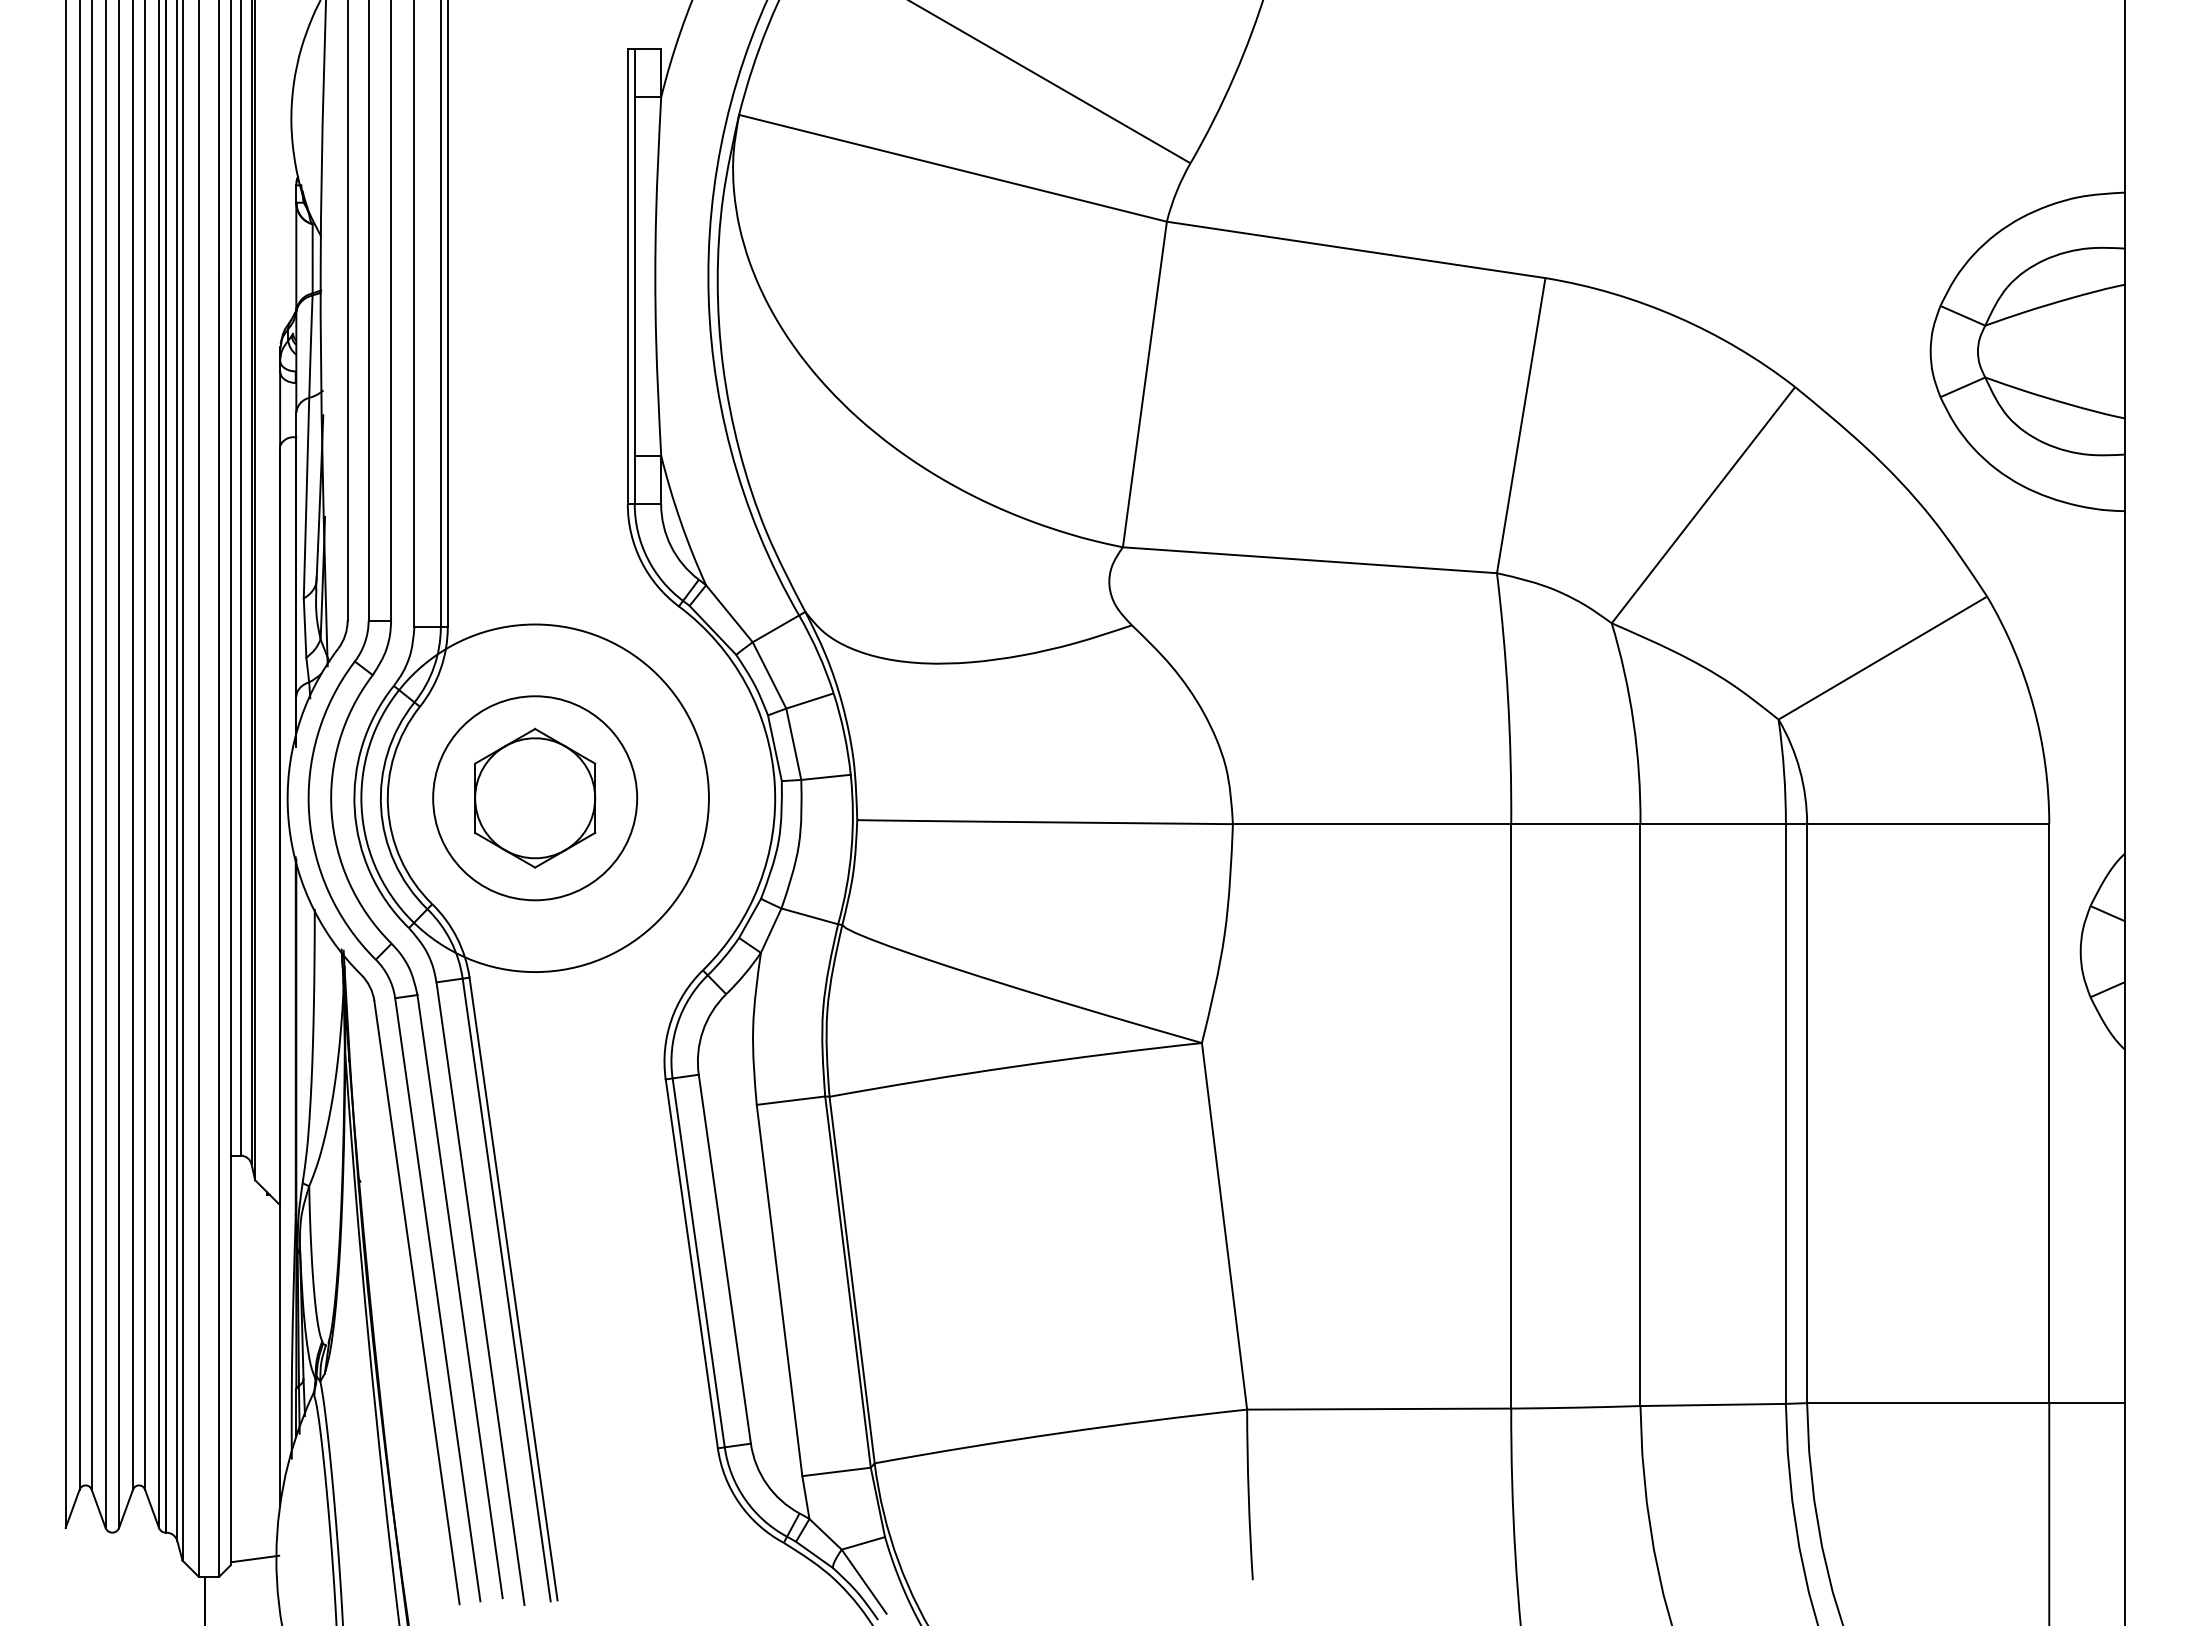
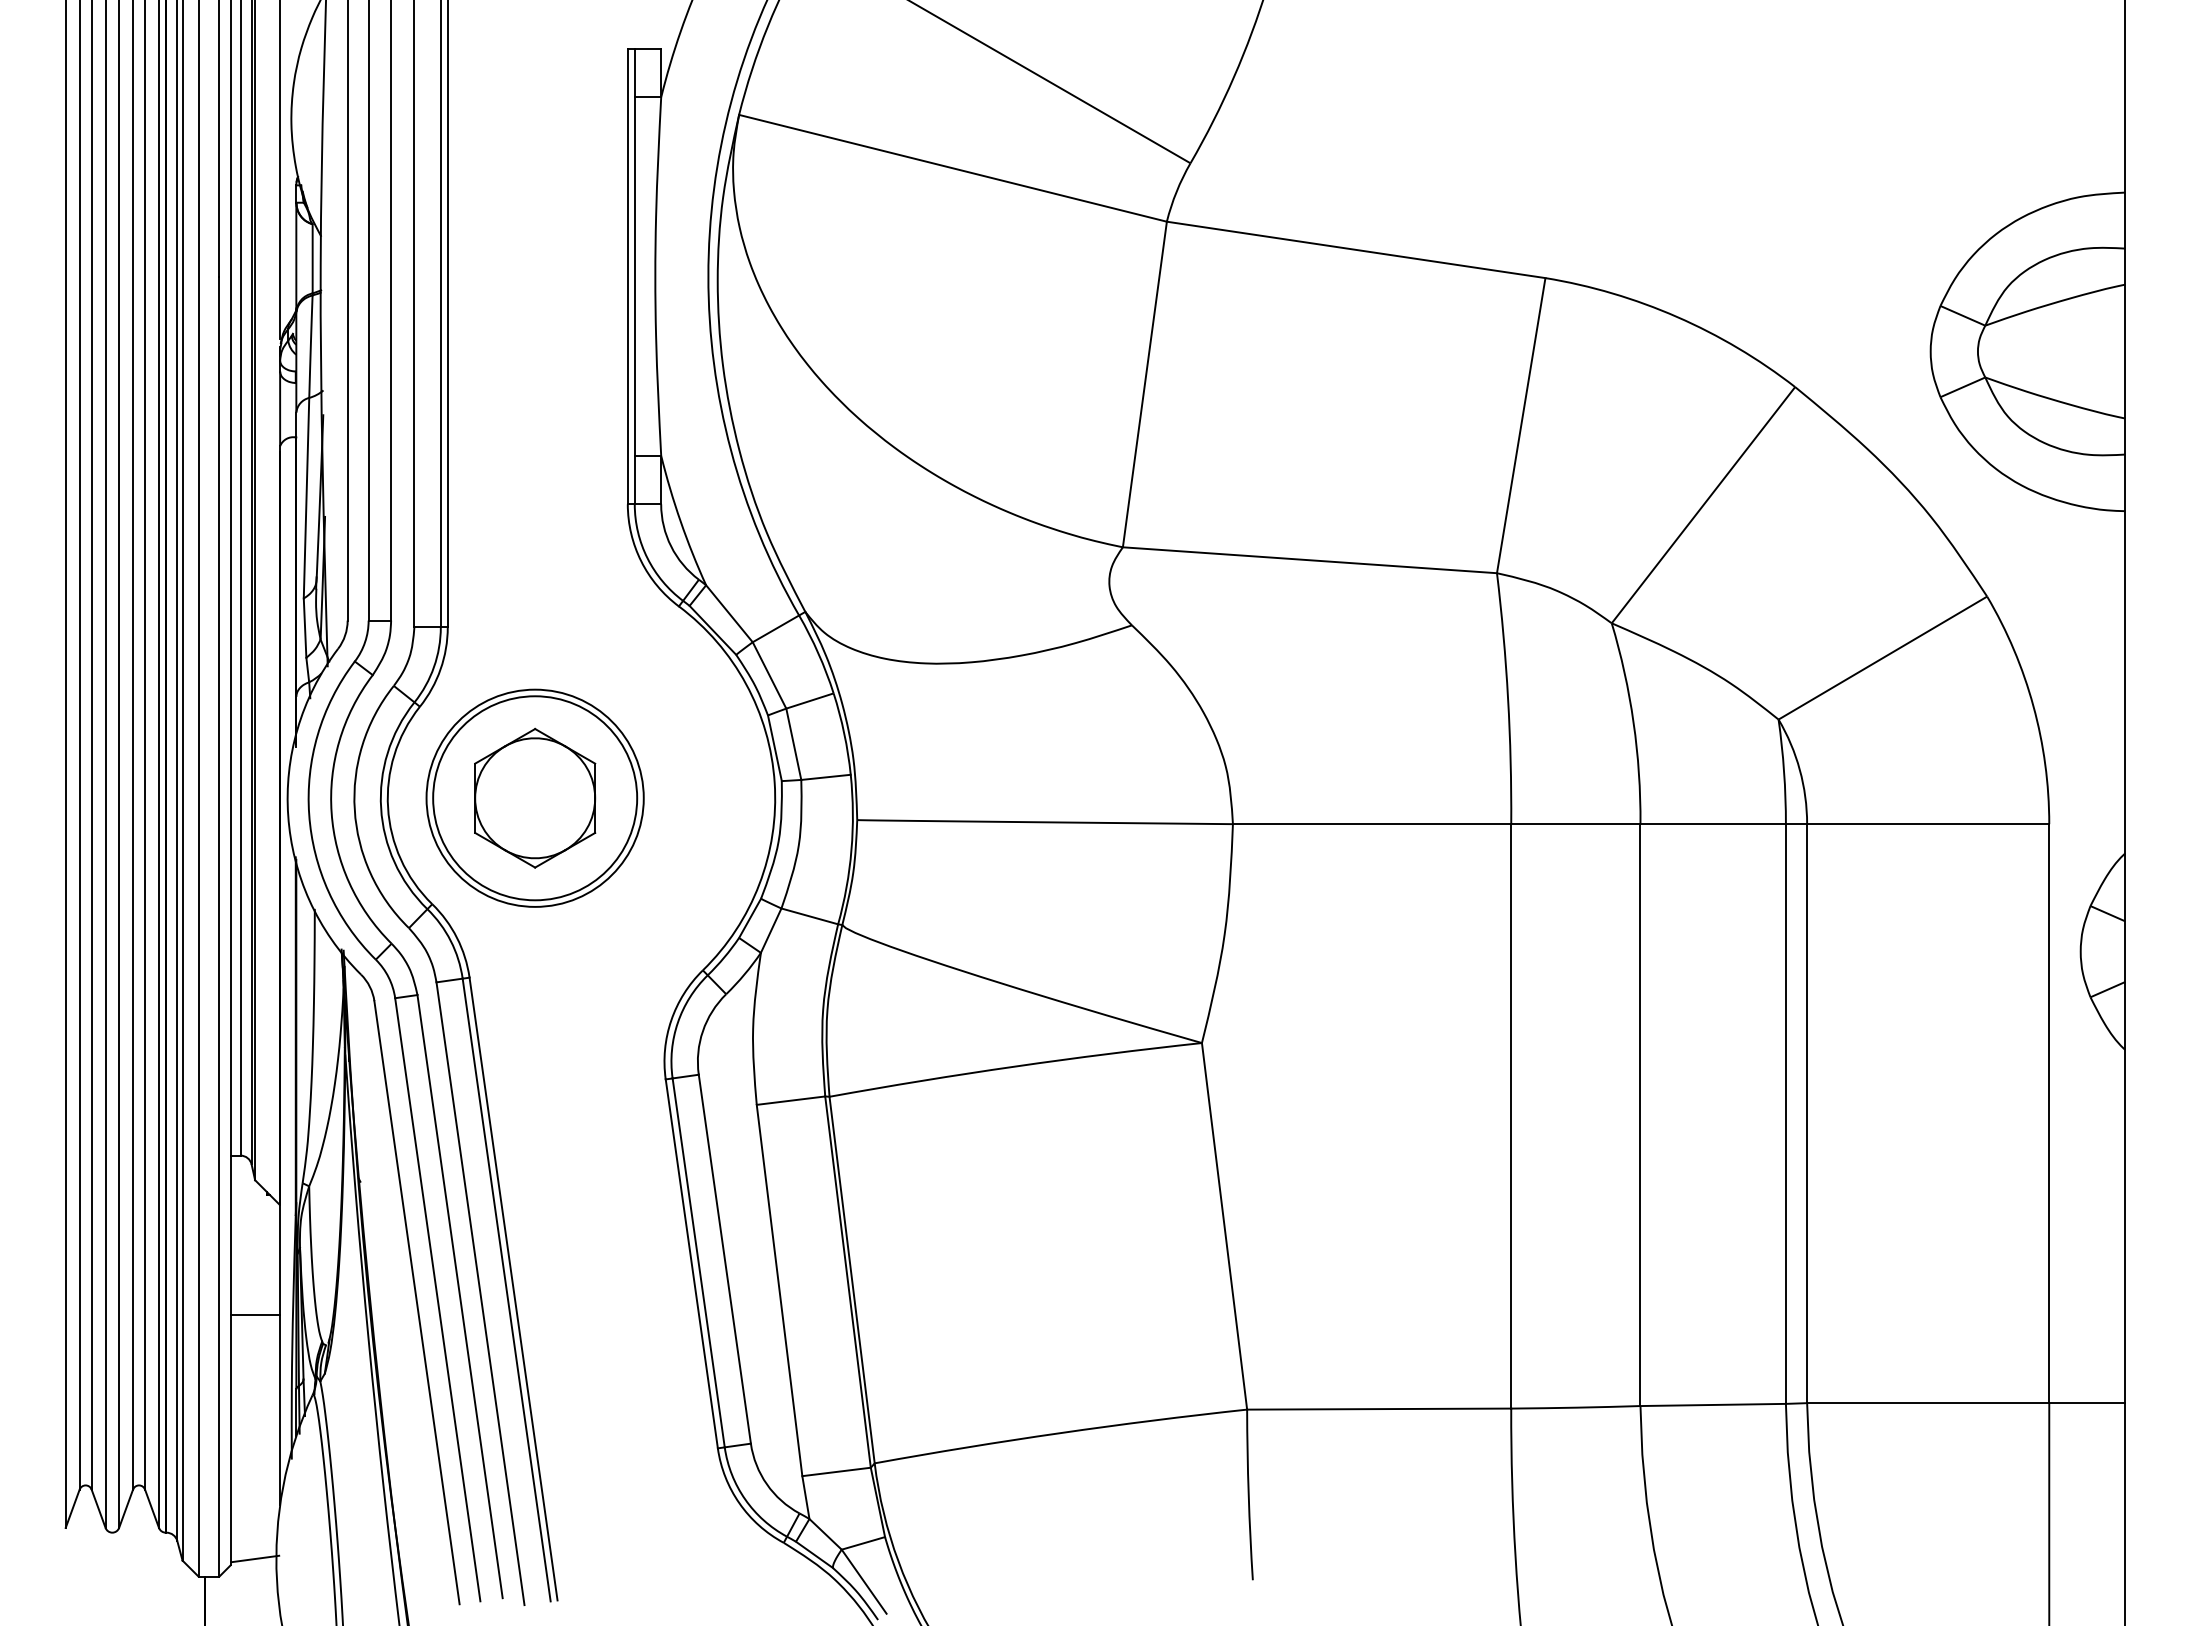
line at (279, 170): none -> present
circle at (534, 798) diameter: 348 px -> 217 px
line at (255, 1315): none -> present
